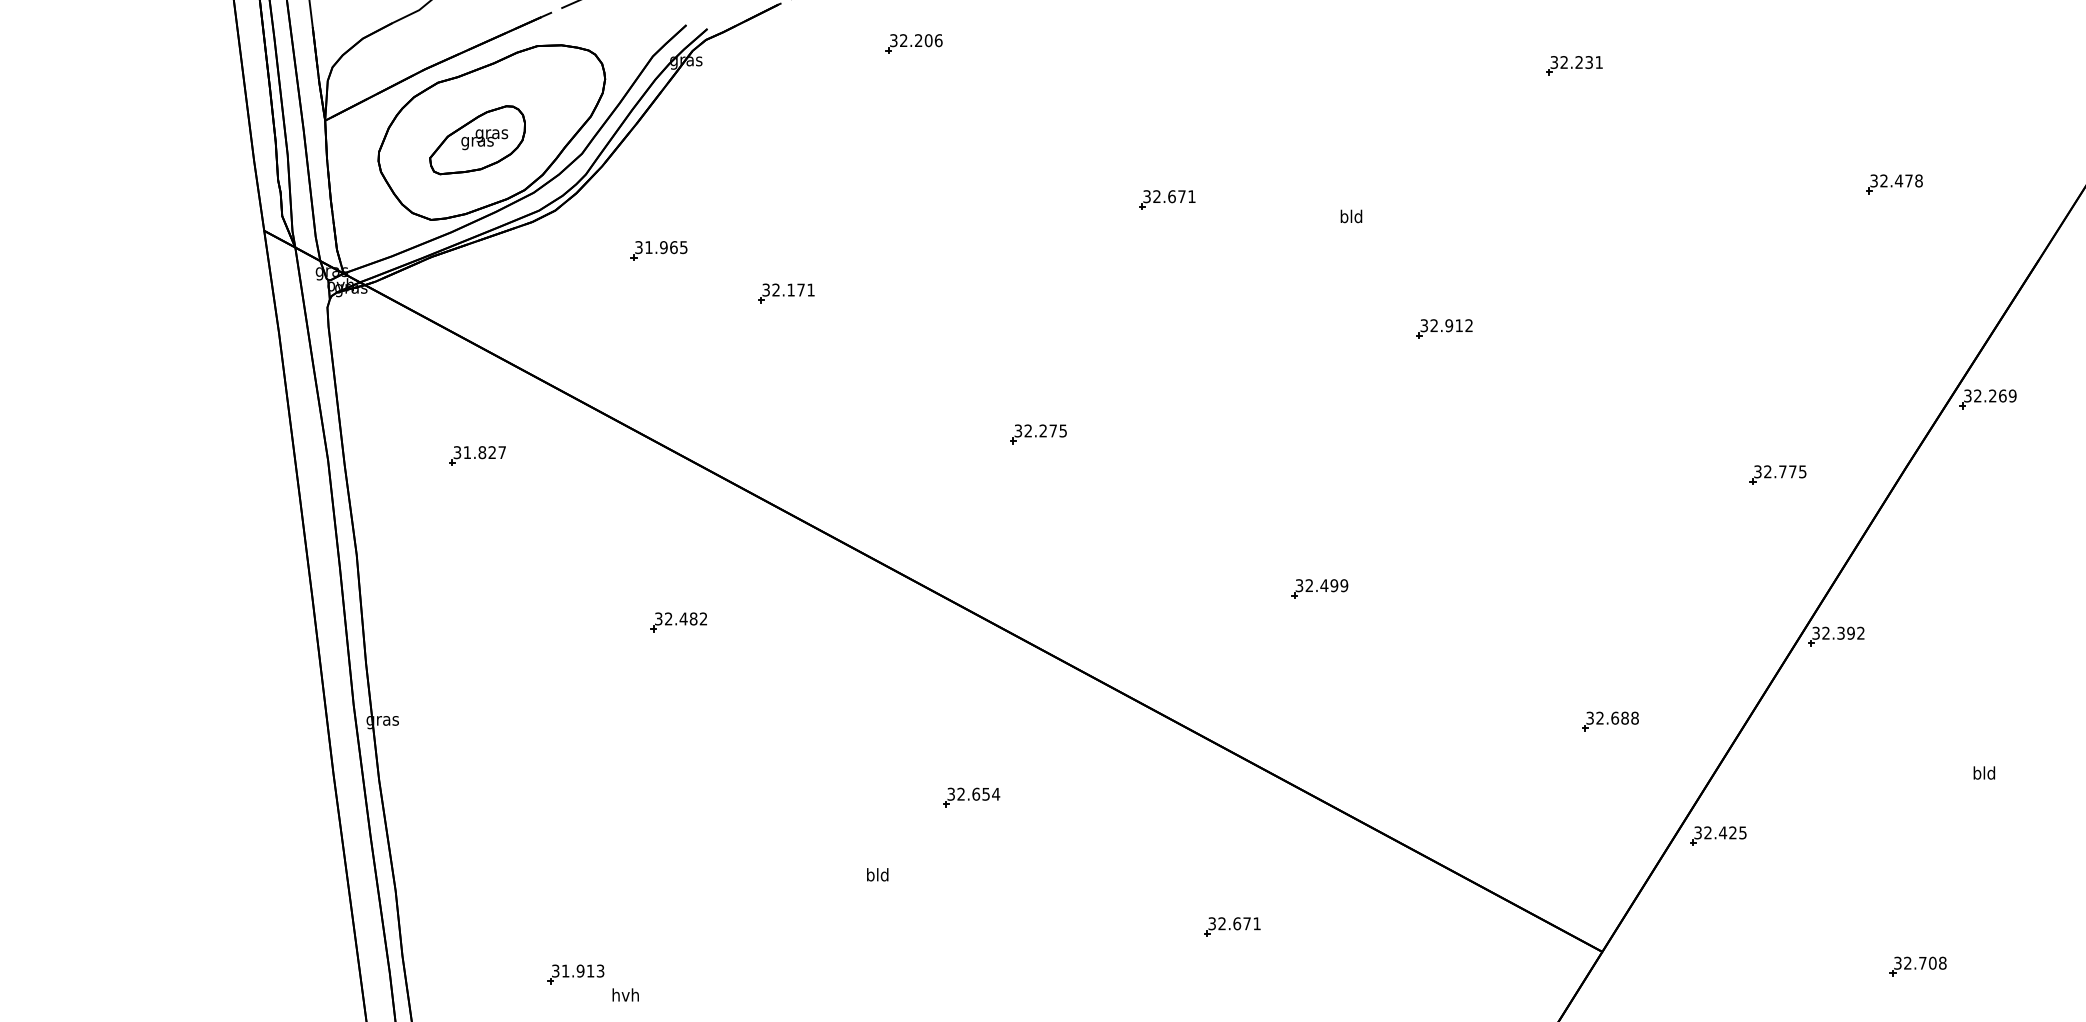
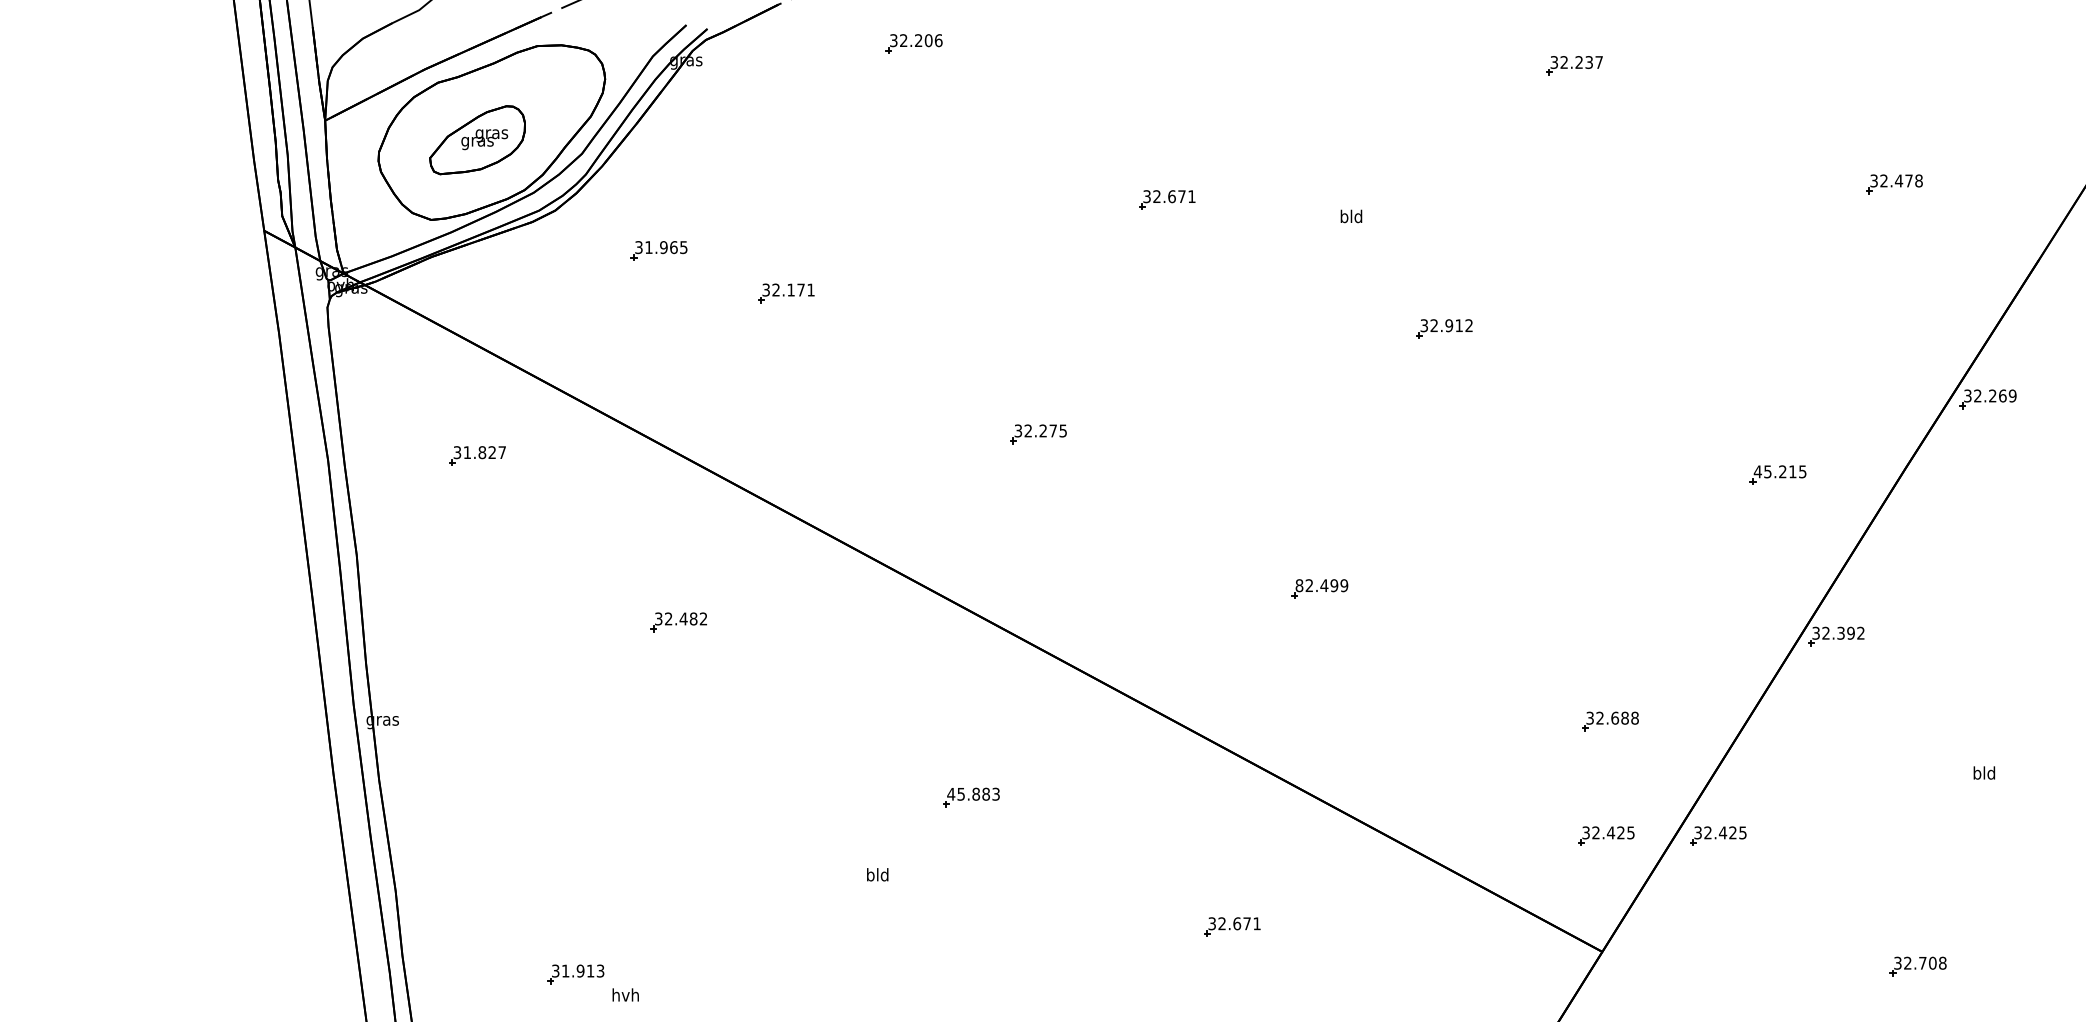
text at (1598, 62): 32.231 -> 32.237
text at (1774, 471): 32.775 -> 45.215
text at (1299, 585): 32.499 -> 82.499
text at (973, 793): 32.654 -> 45.883
part at (1606, 835): none -> present
